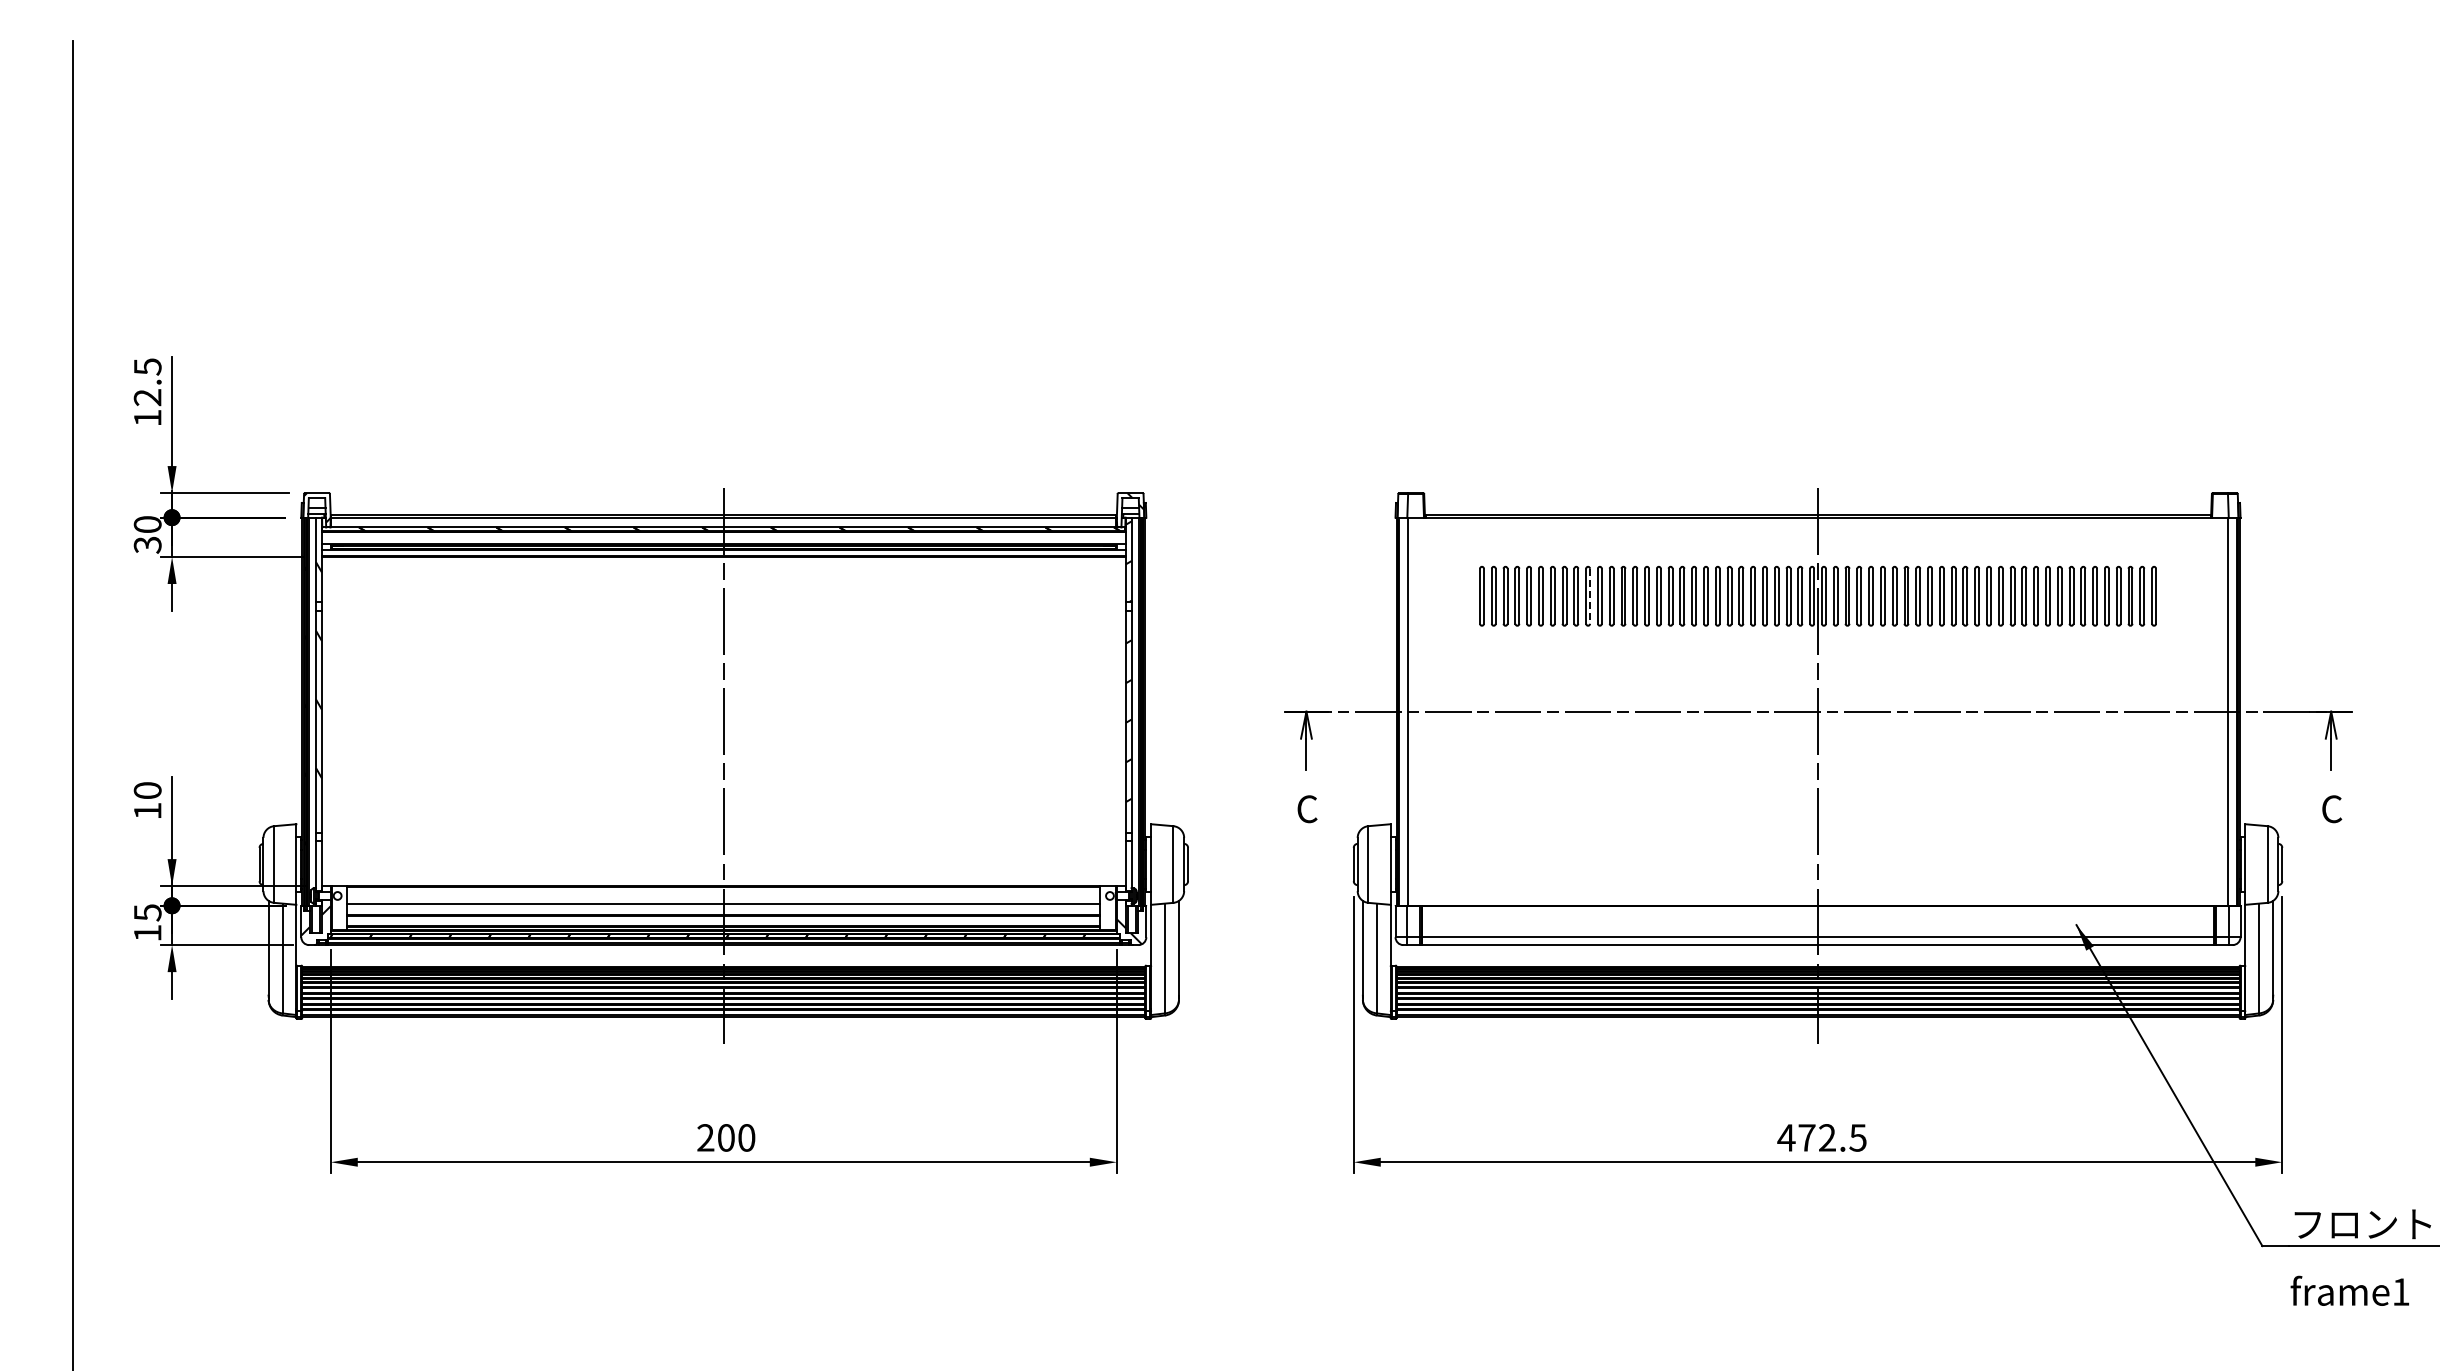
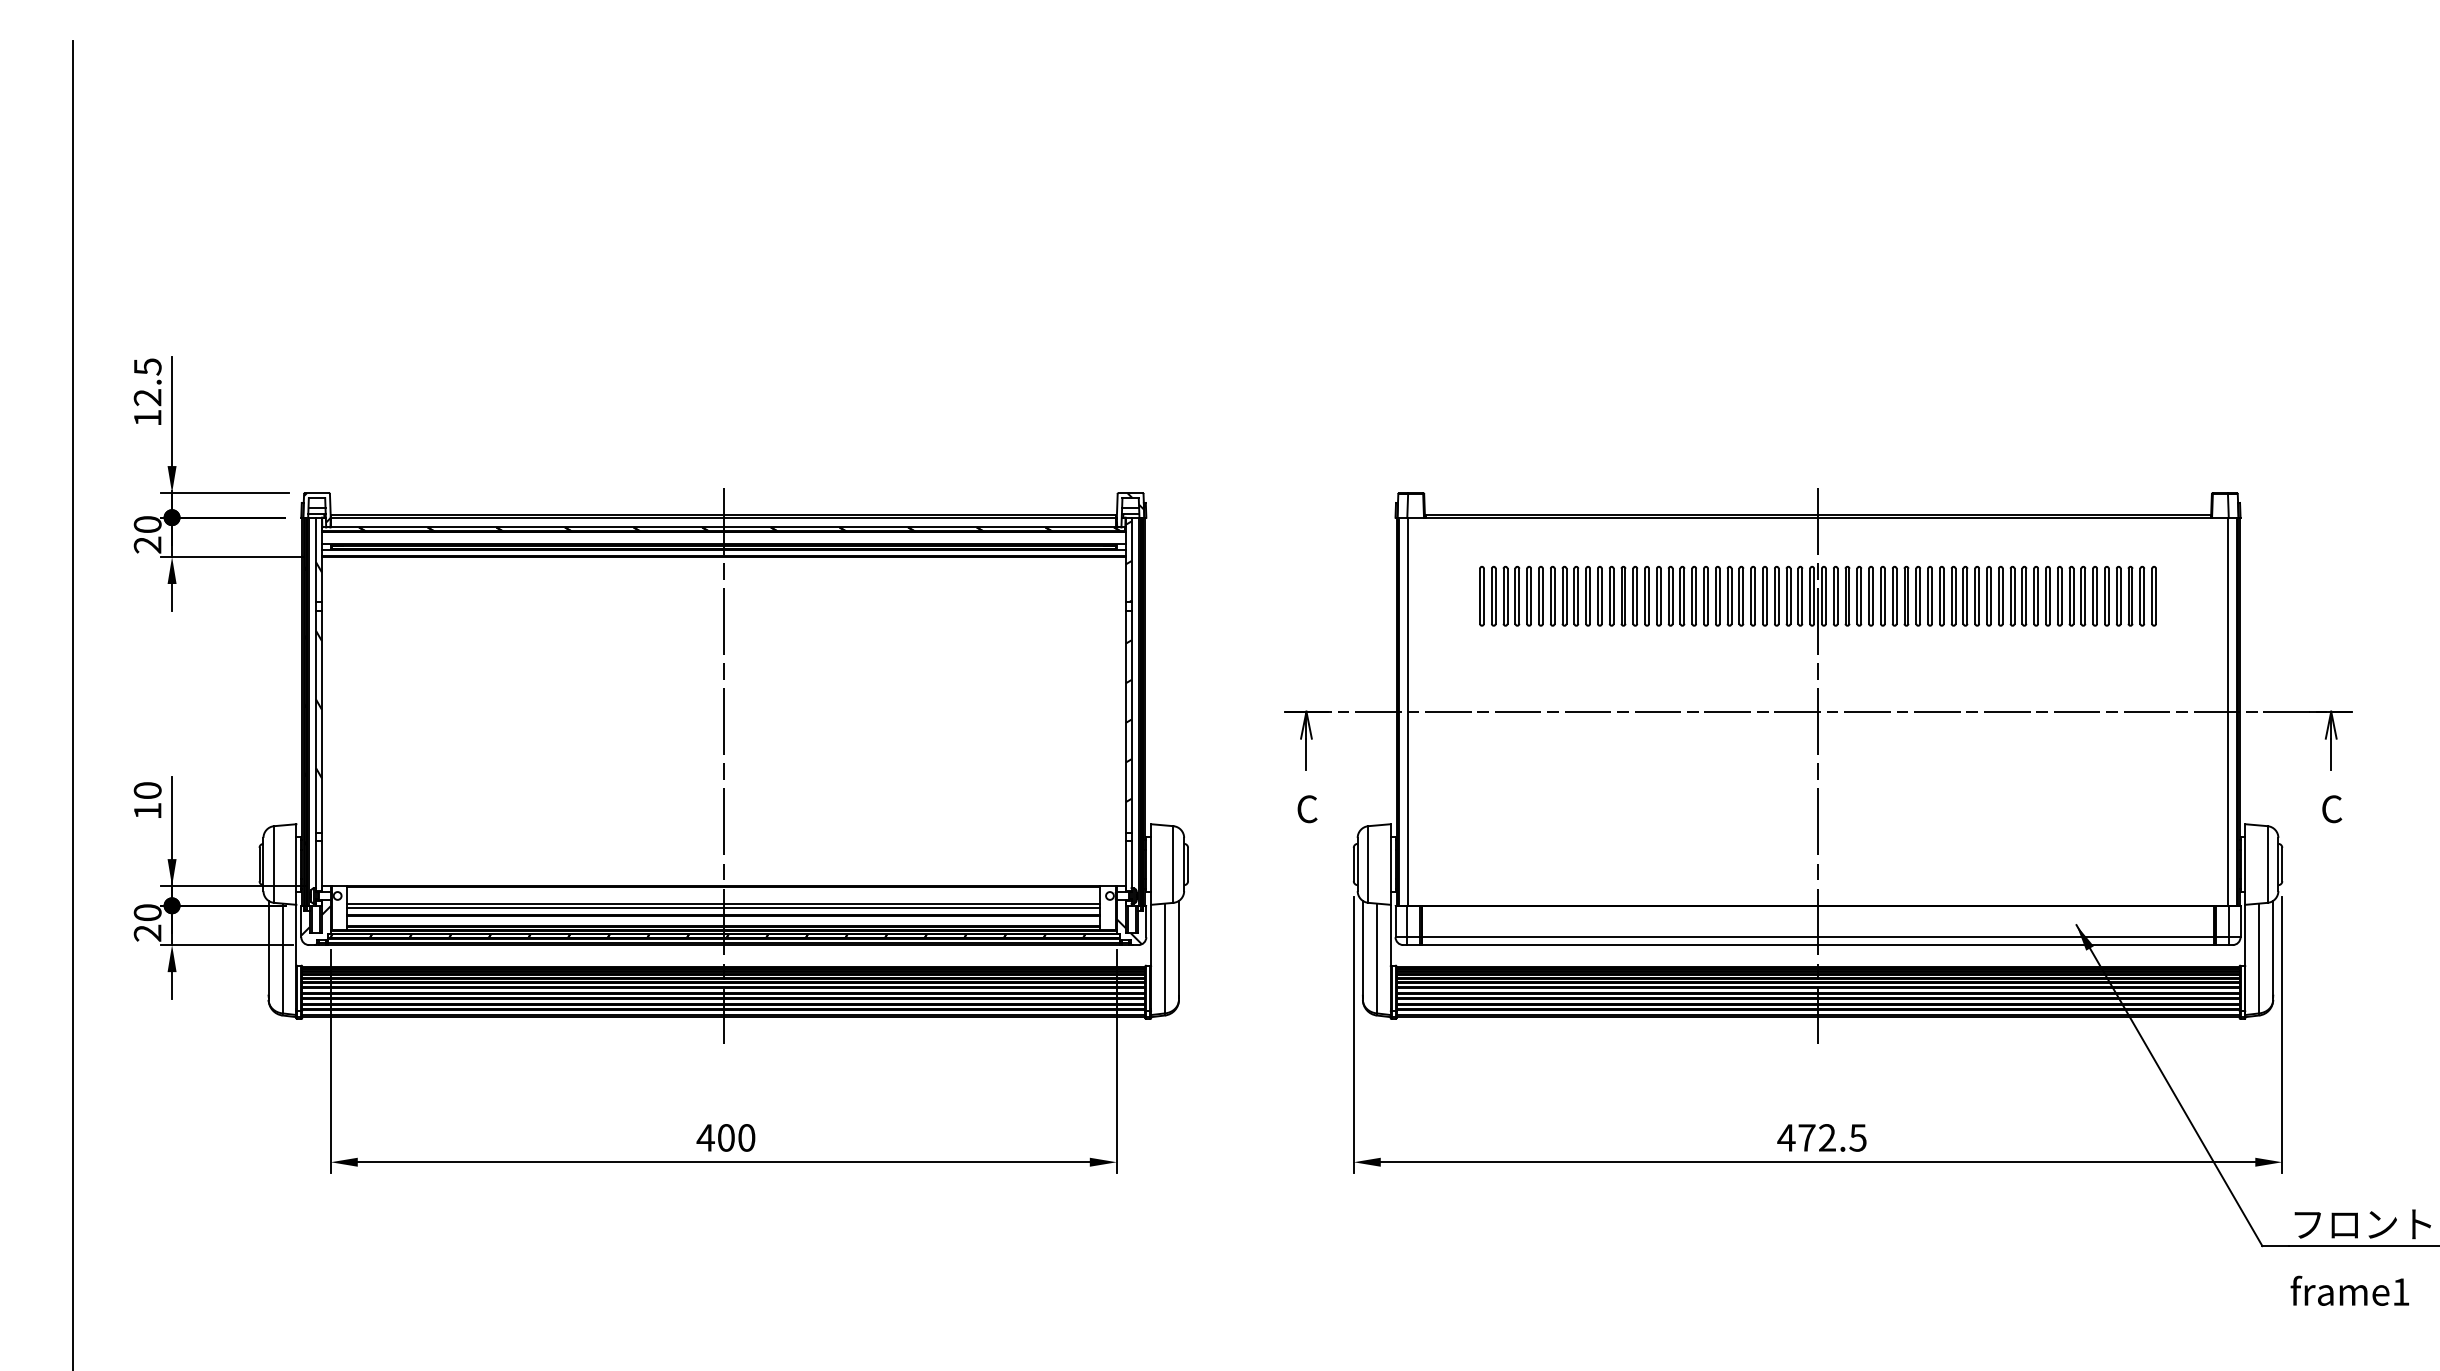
text at (147, 544): 30 -> 20
line at (1590, 596): dashed -> solid
line at (723, 907): none -> present
text at (147, 922): 15 -> 20
text at (705, 1137): 200 -> 400
